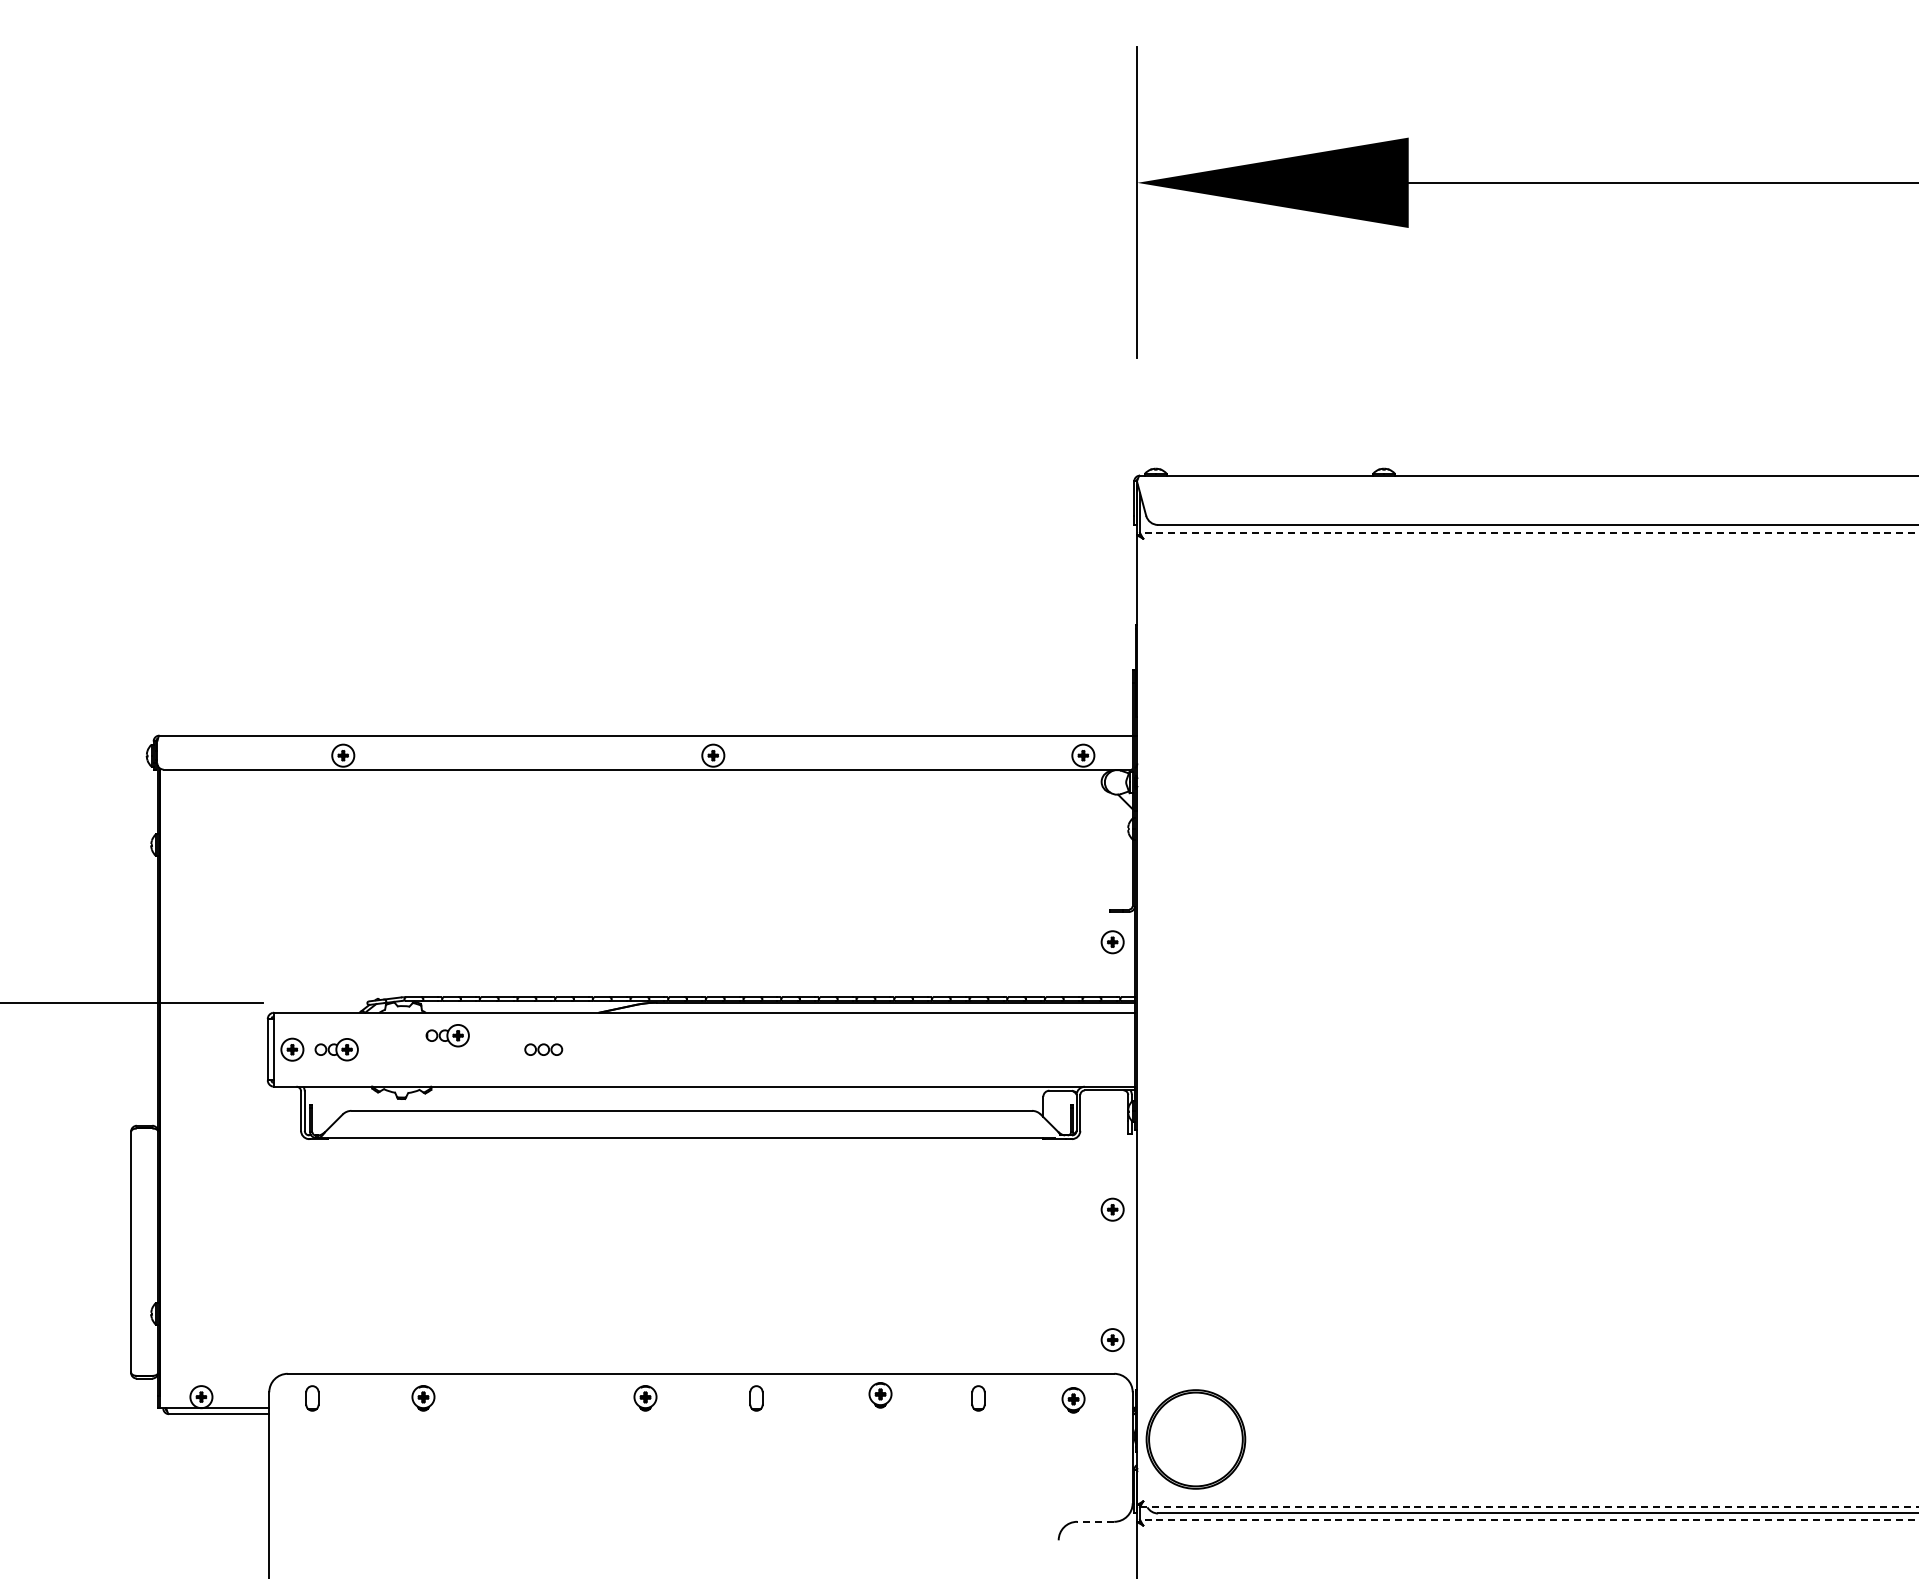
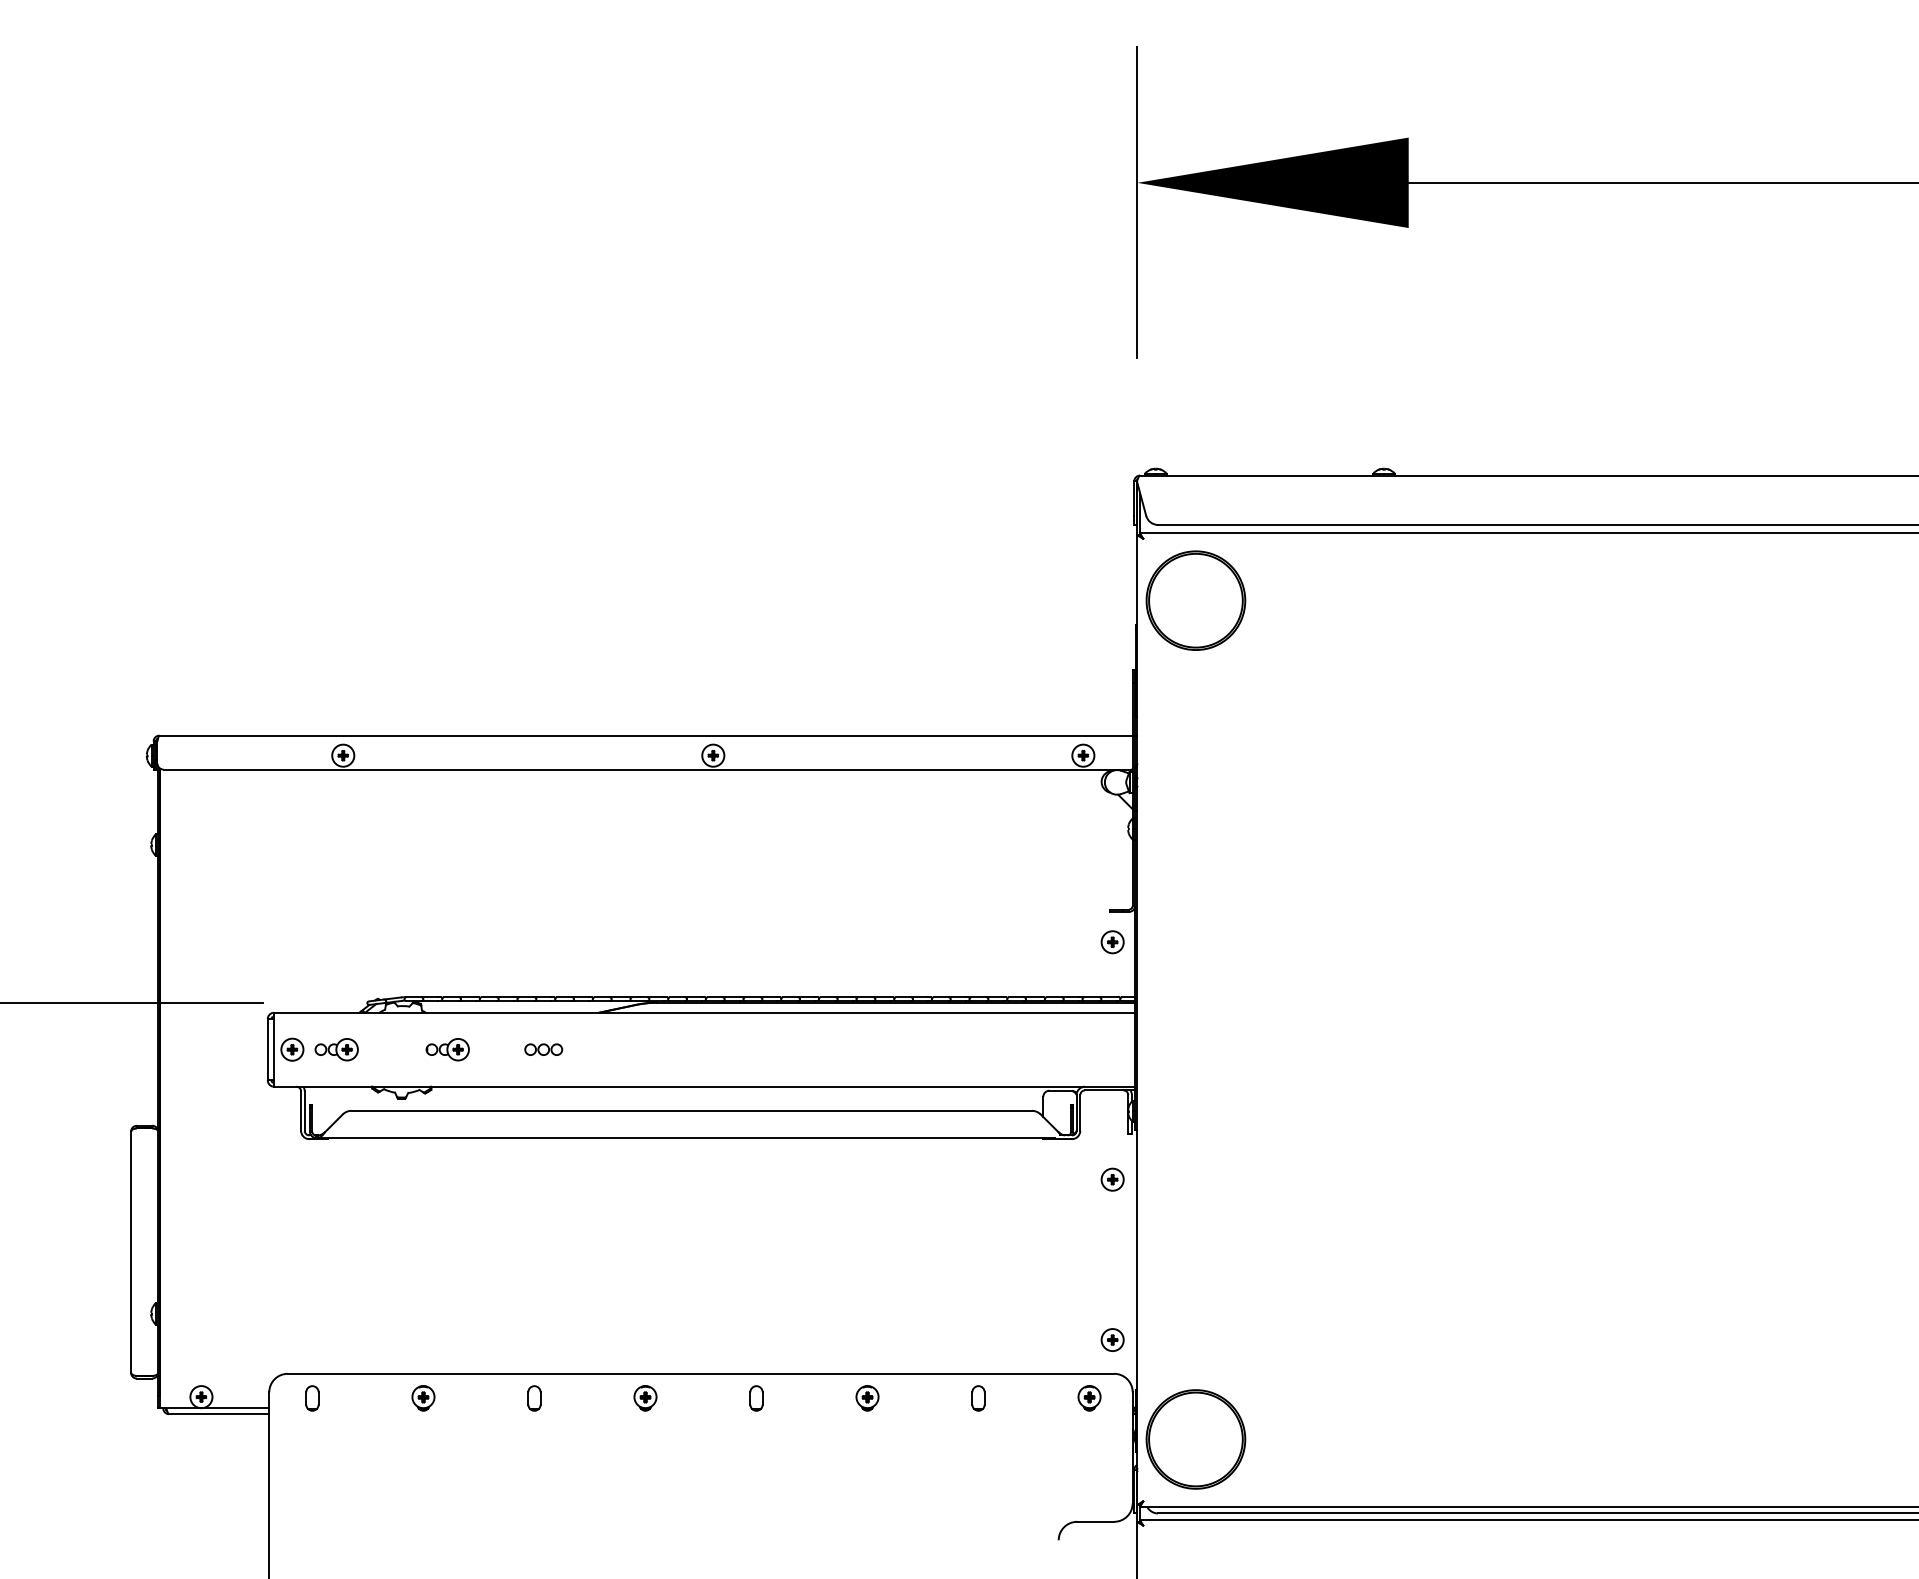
line at (1528, 532): dashed -> solid
part at (1195, 600): none -> present
part at (447, 1035) position: (447, 1035) -> (447, 1049)
part at (1112, 1209) position: (1112, 1209) -> (1112, 1179)
part at (880, 1395) position: (880, 1395) -> (867, 1398)
part at (534, 1398): none -> present
part at (1073, 1400) position: (1073, 1400) -> (1089, 1398)
line at (1529, 1507): dashed -> solid
line at (1528, 1519): dashed -> solid
line at (1095, 1521): dashed -> solid
